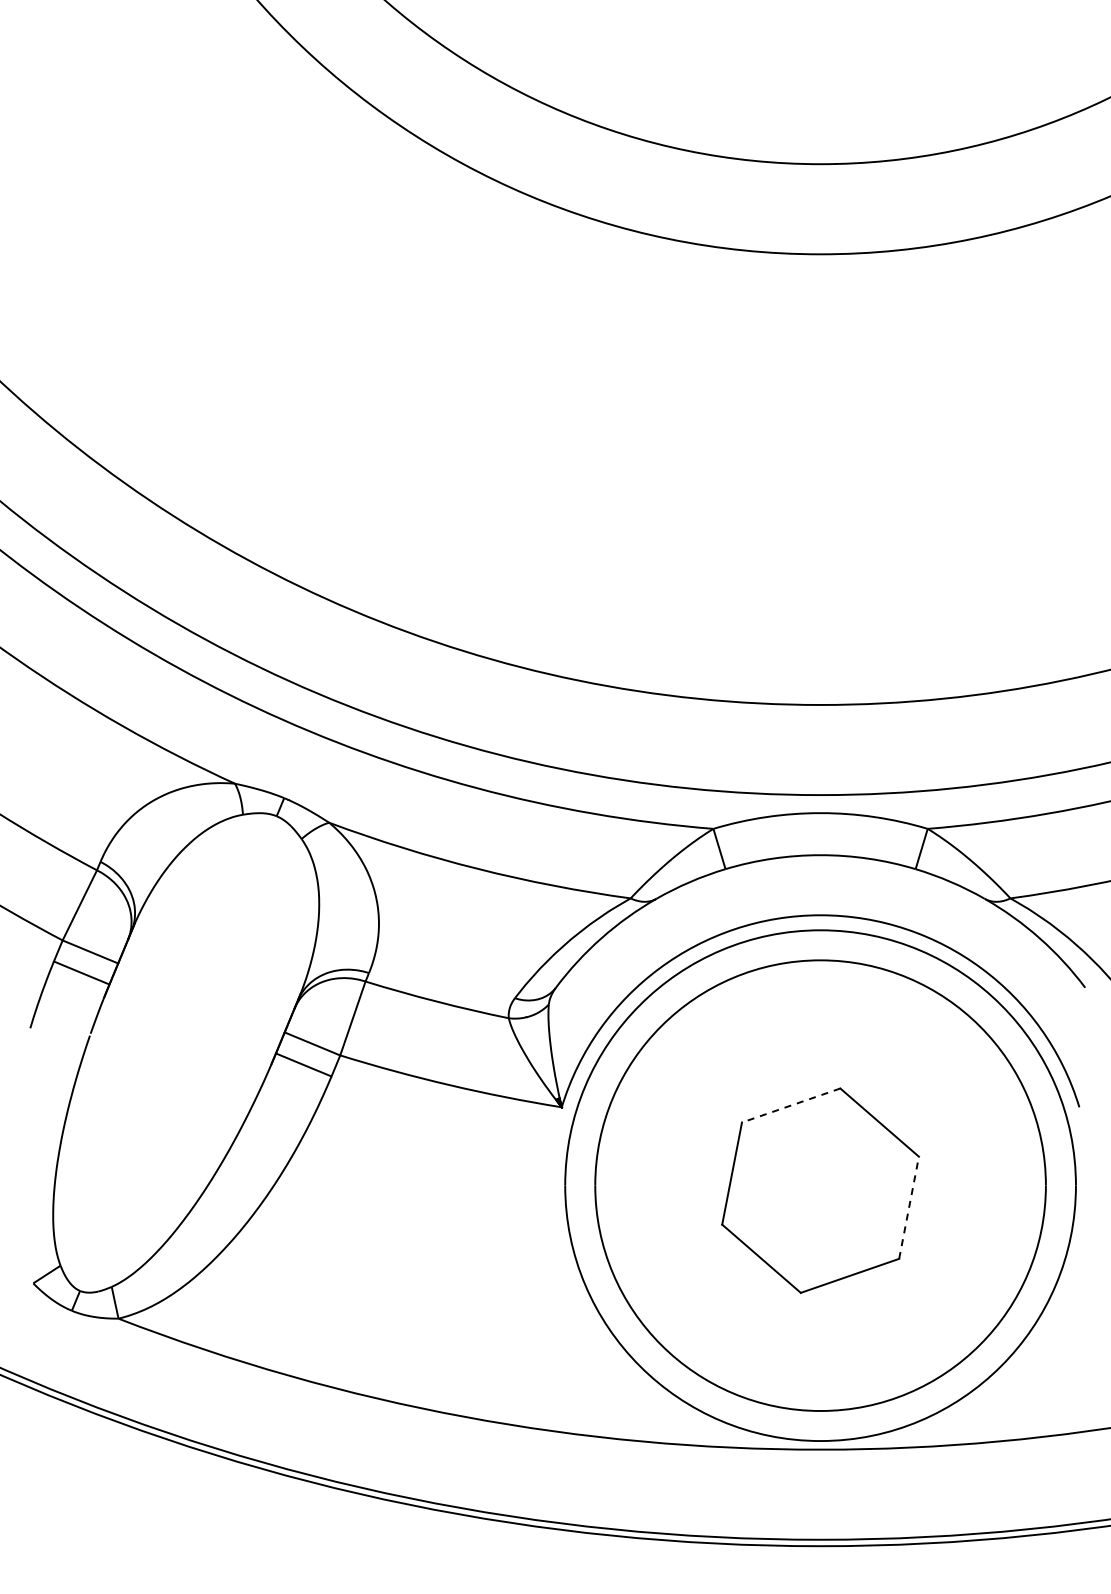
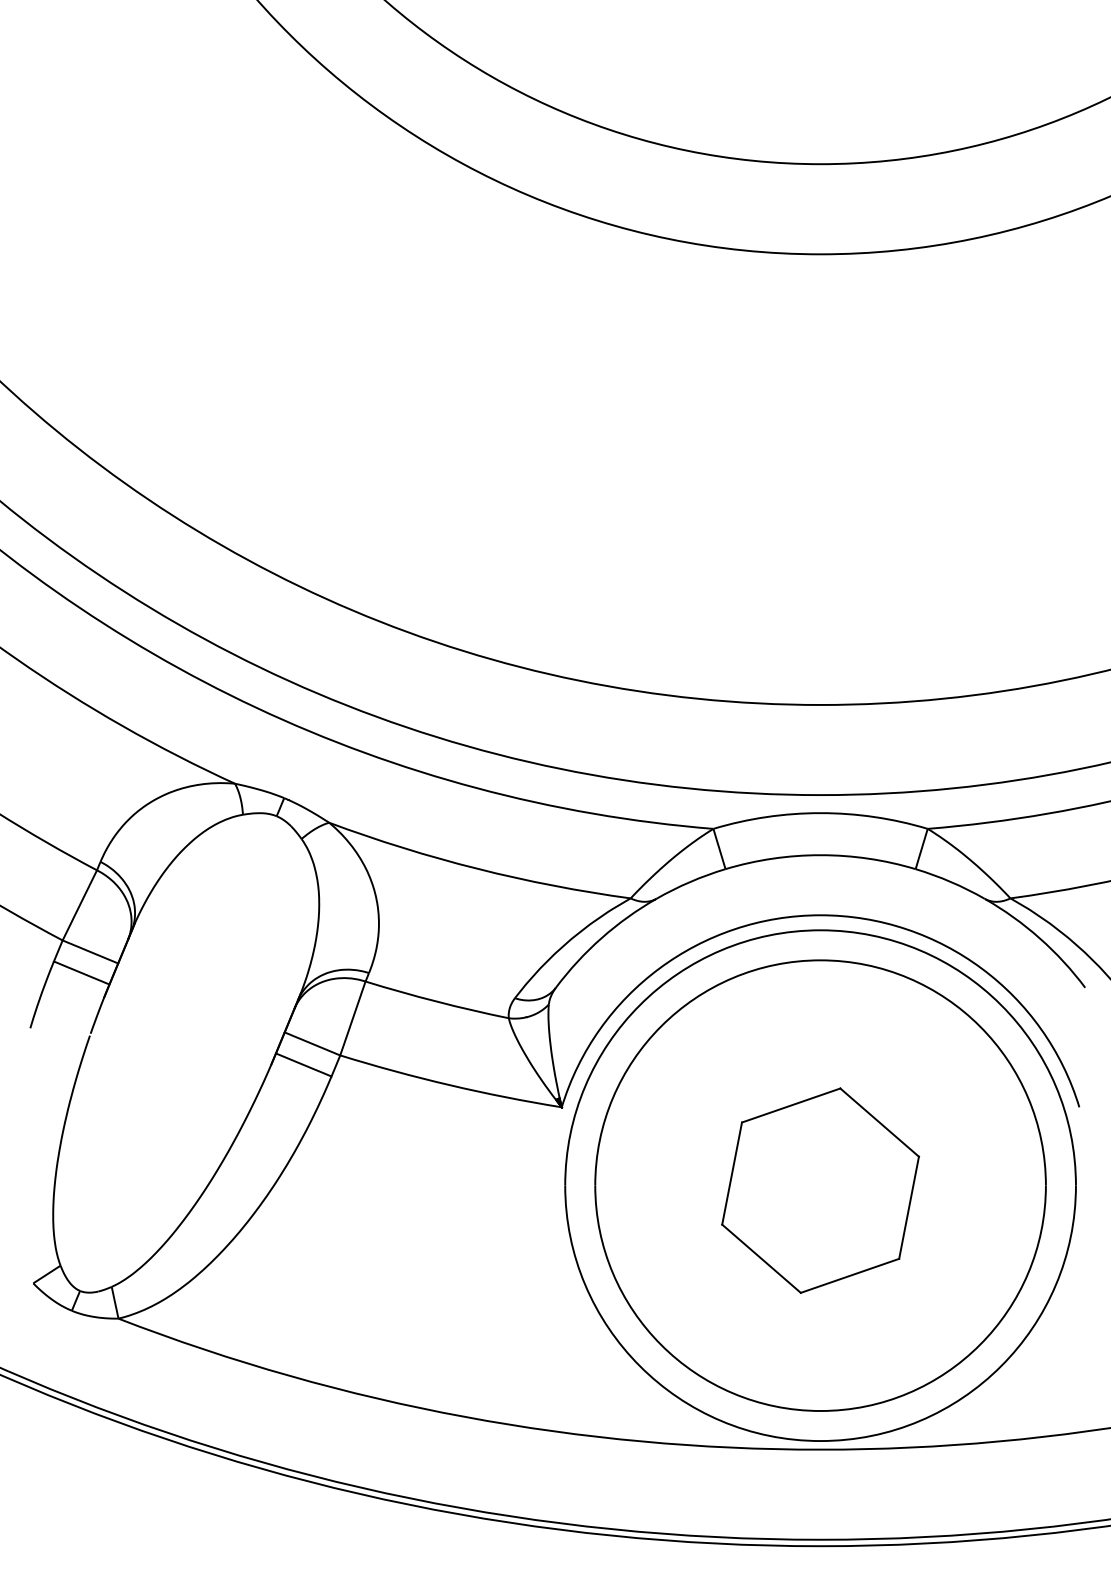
line at (790, 1105): dashed -> solid
line at (909, 1207): dashed -> solid
